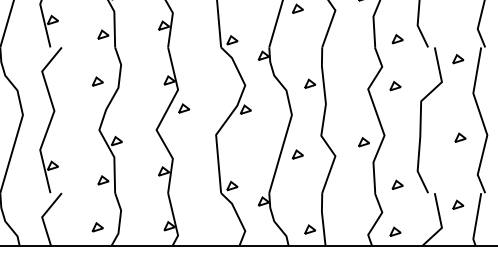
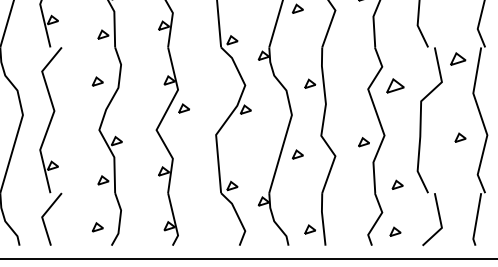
part at (397, 39): present -> none
part at (458, 59) size: 13x11 px -> 17x14 px
part at (395, 86) size: 13x11 px -> 19x16 px
part at (458, 204): present -> none
line at (248, 245) position: (248, 245) -> (248, 258)
